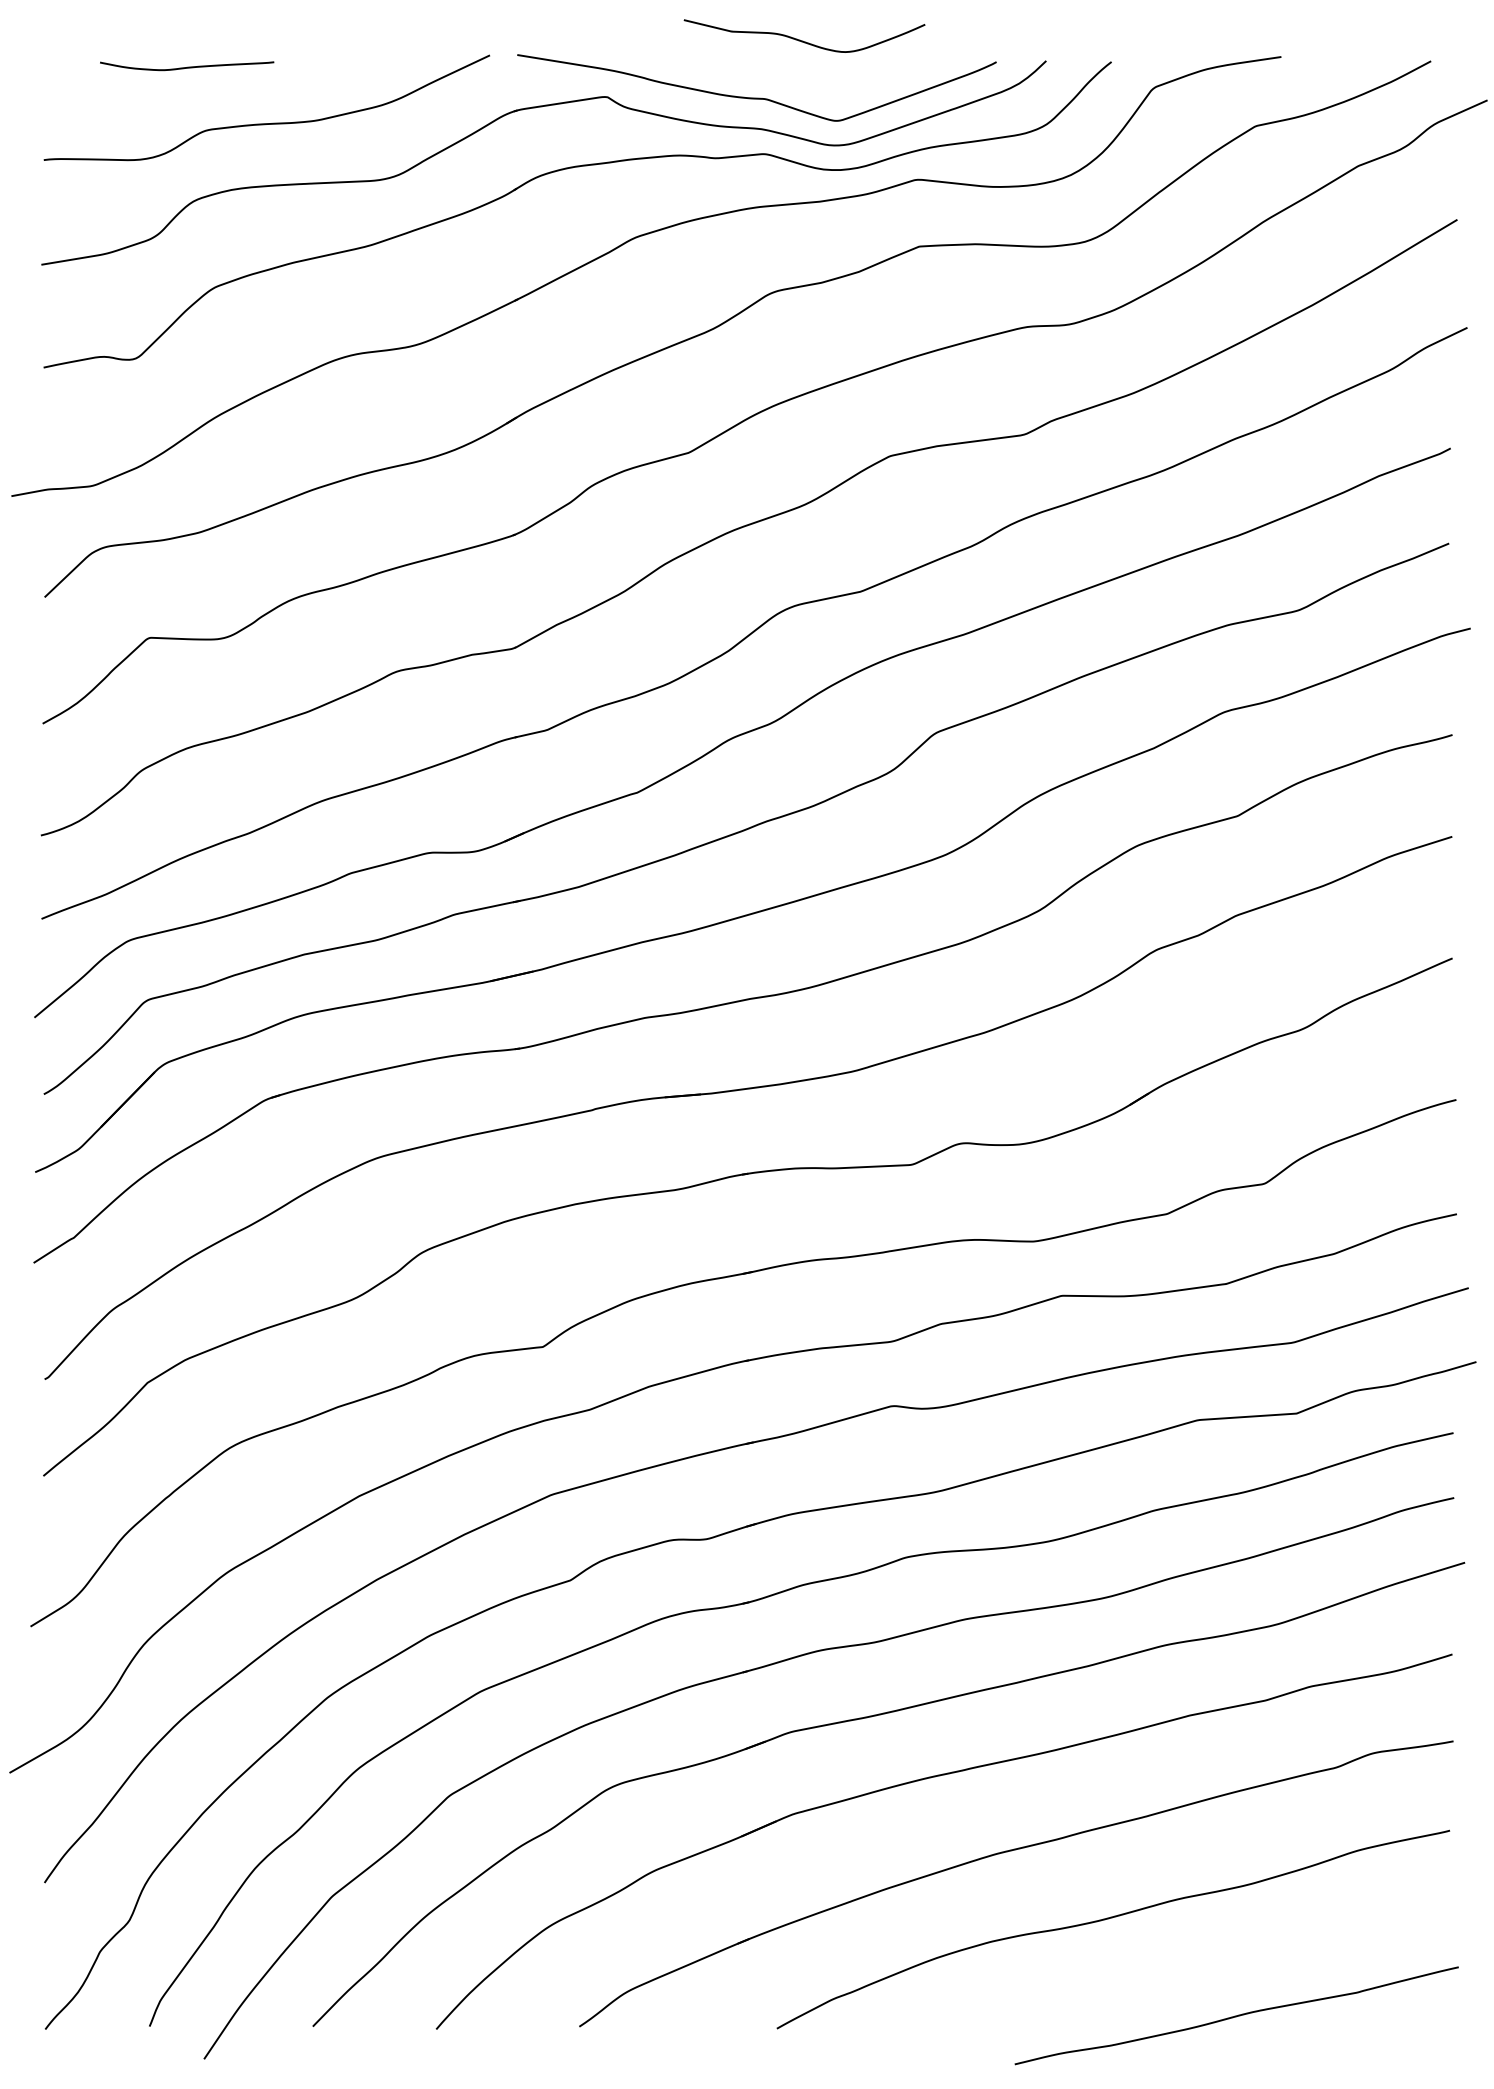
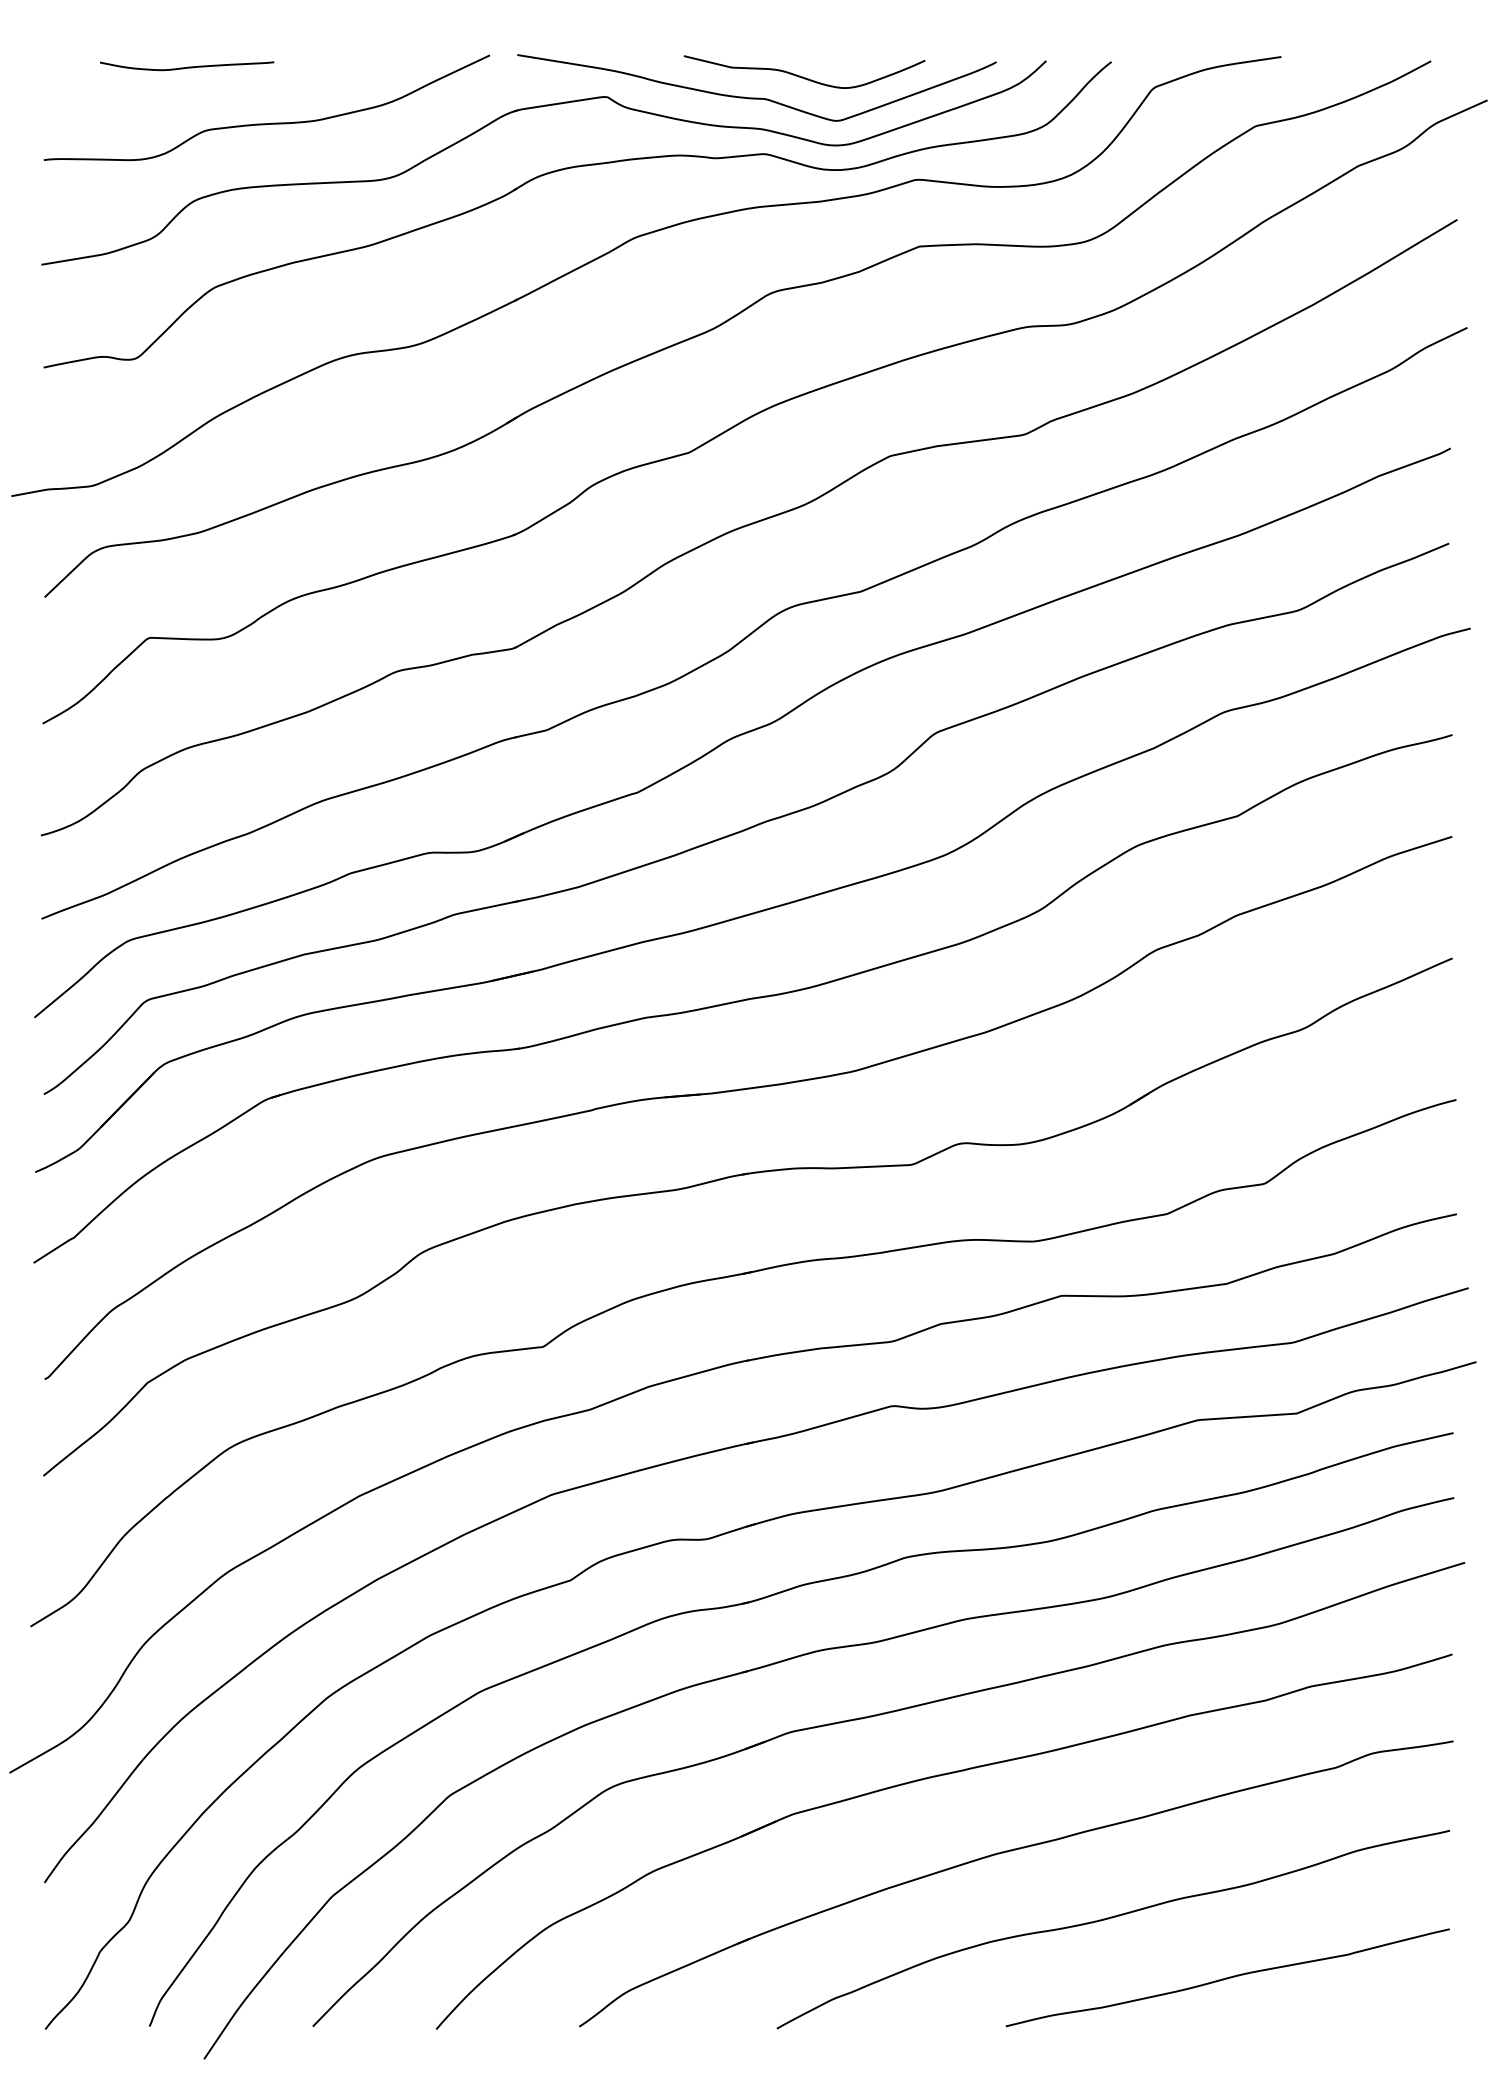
curve at (802, 40) position: (802, 40) -> (802, 76)
curve at (1236, 2015) position: (1236, 2015) -> (1227, 1977)
